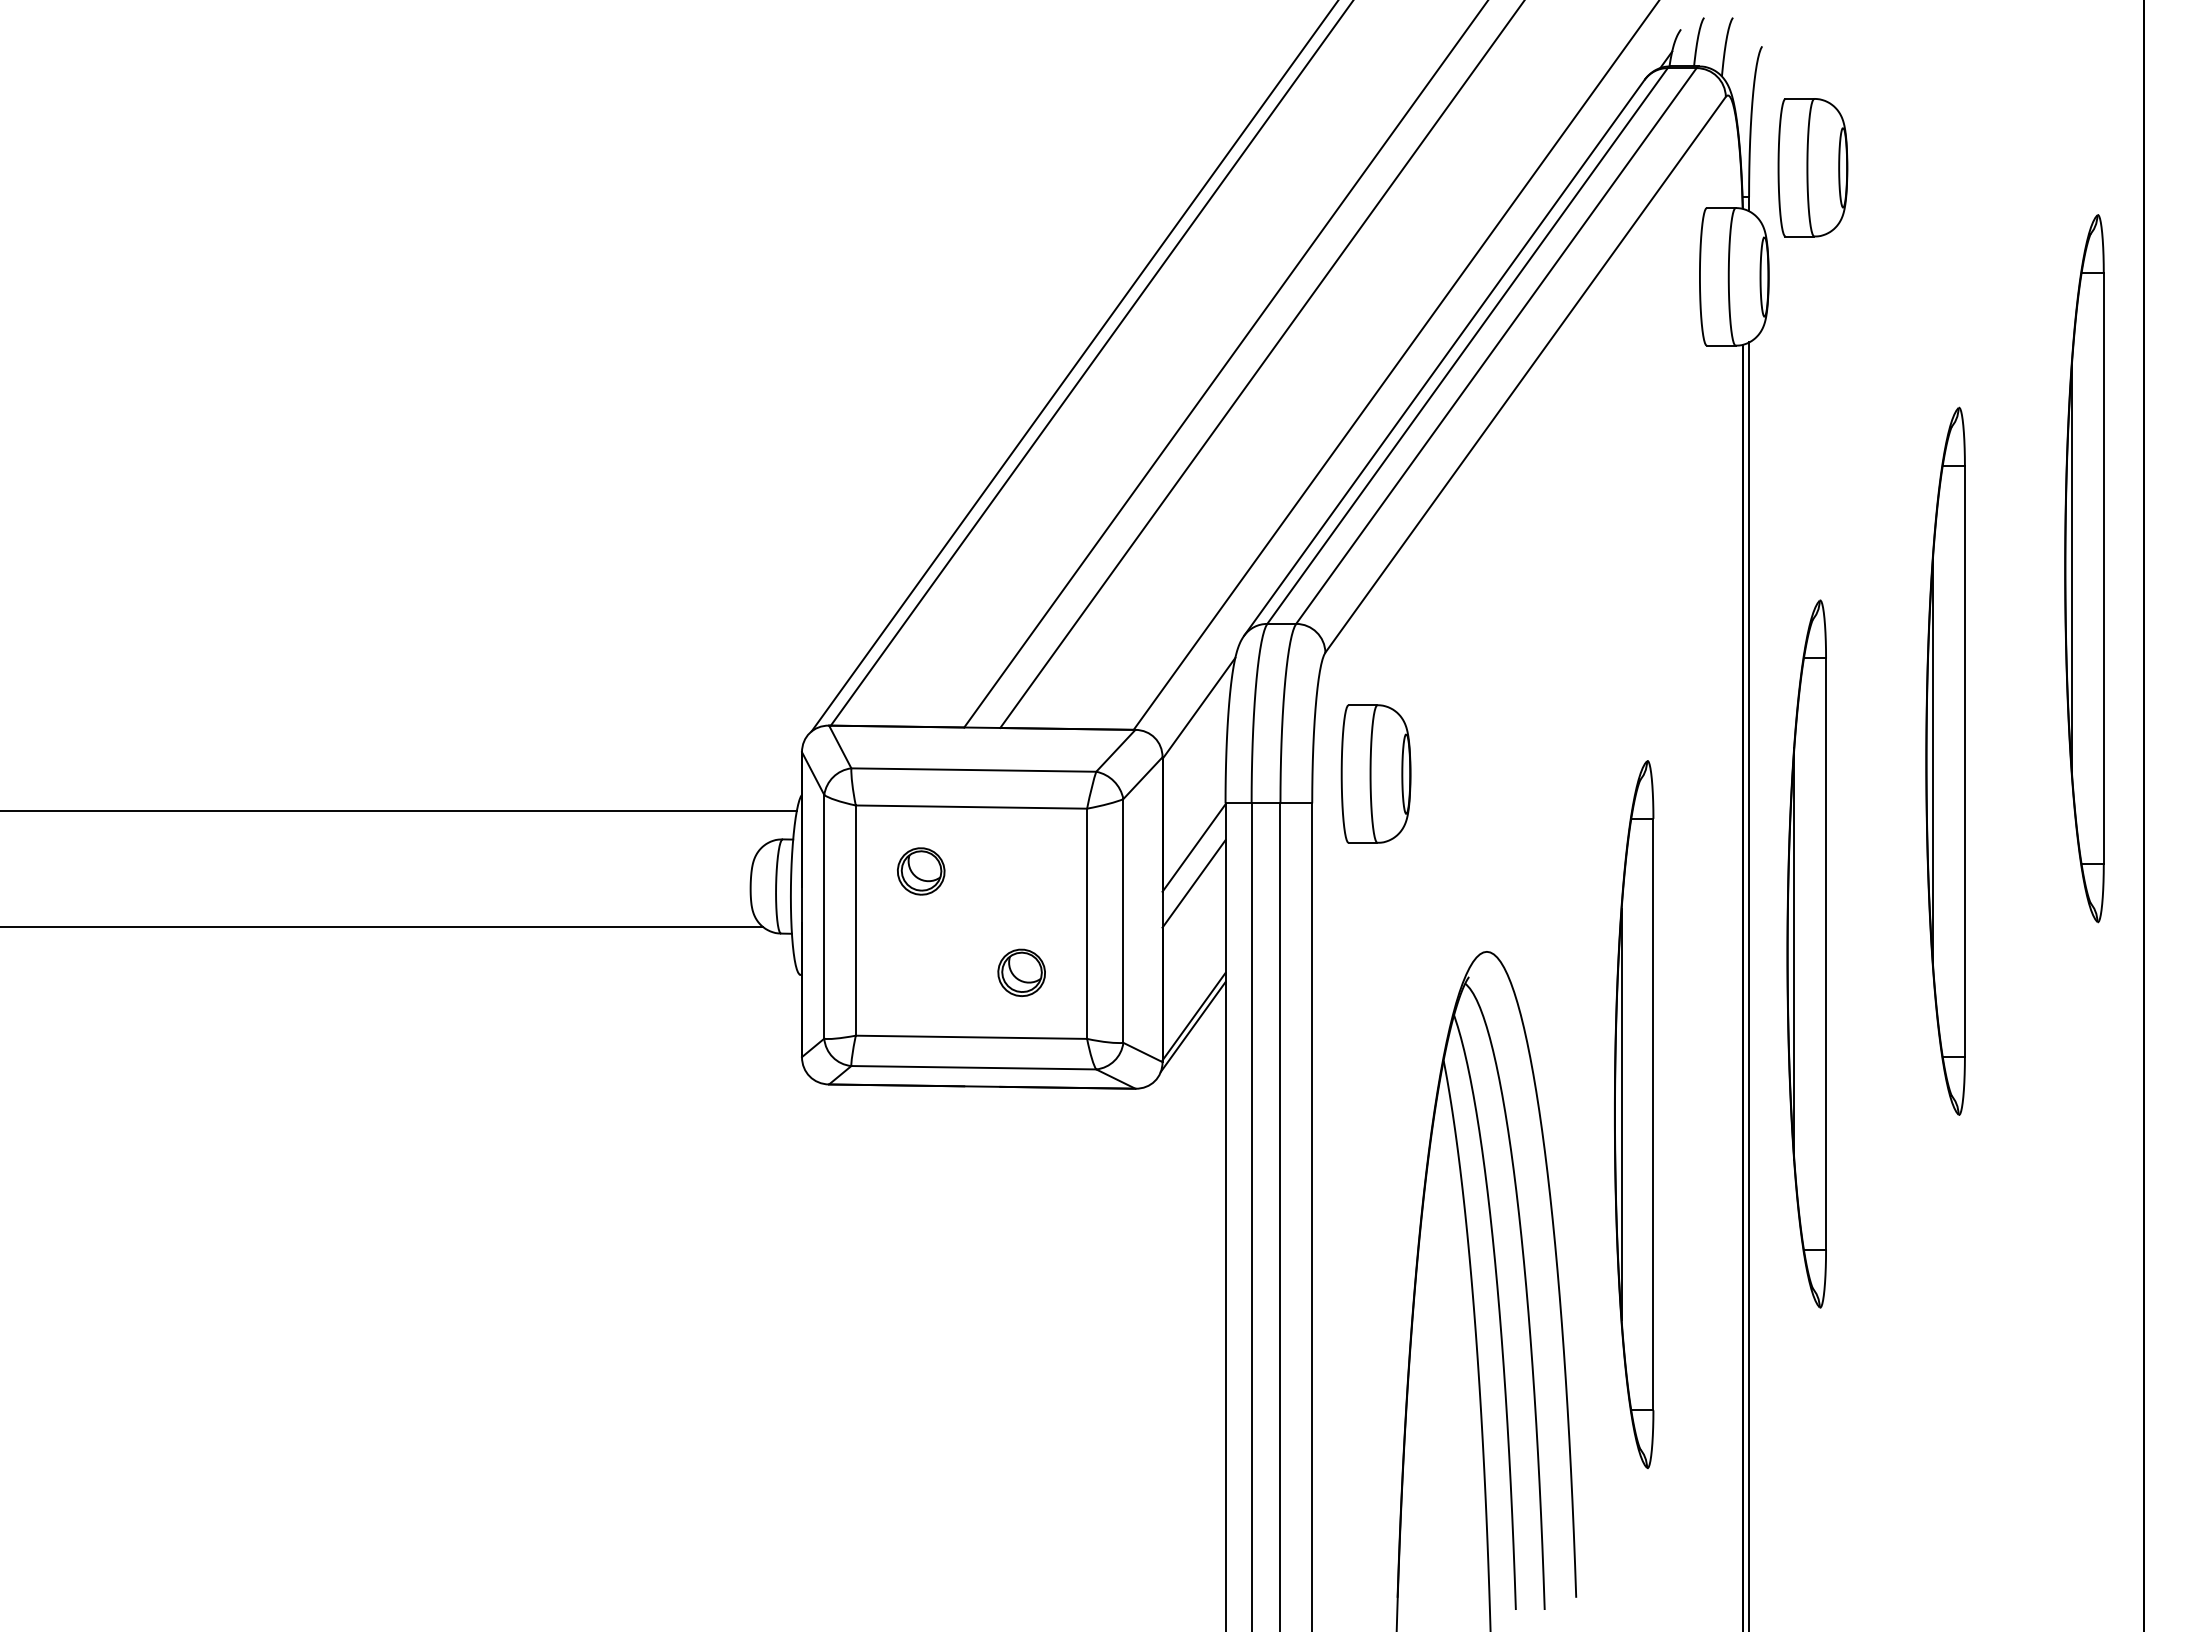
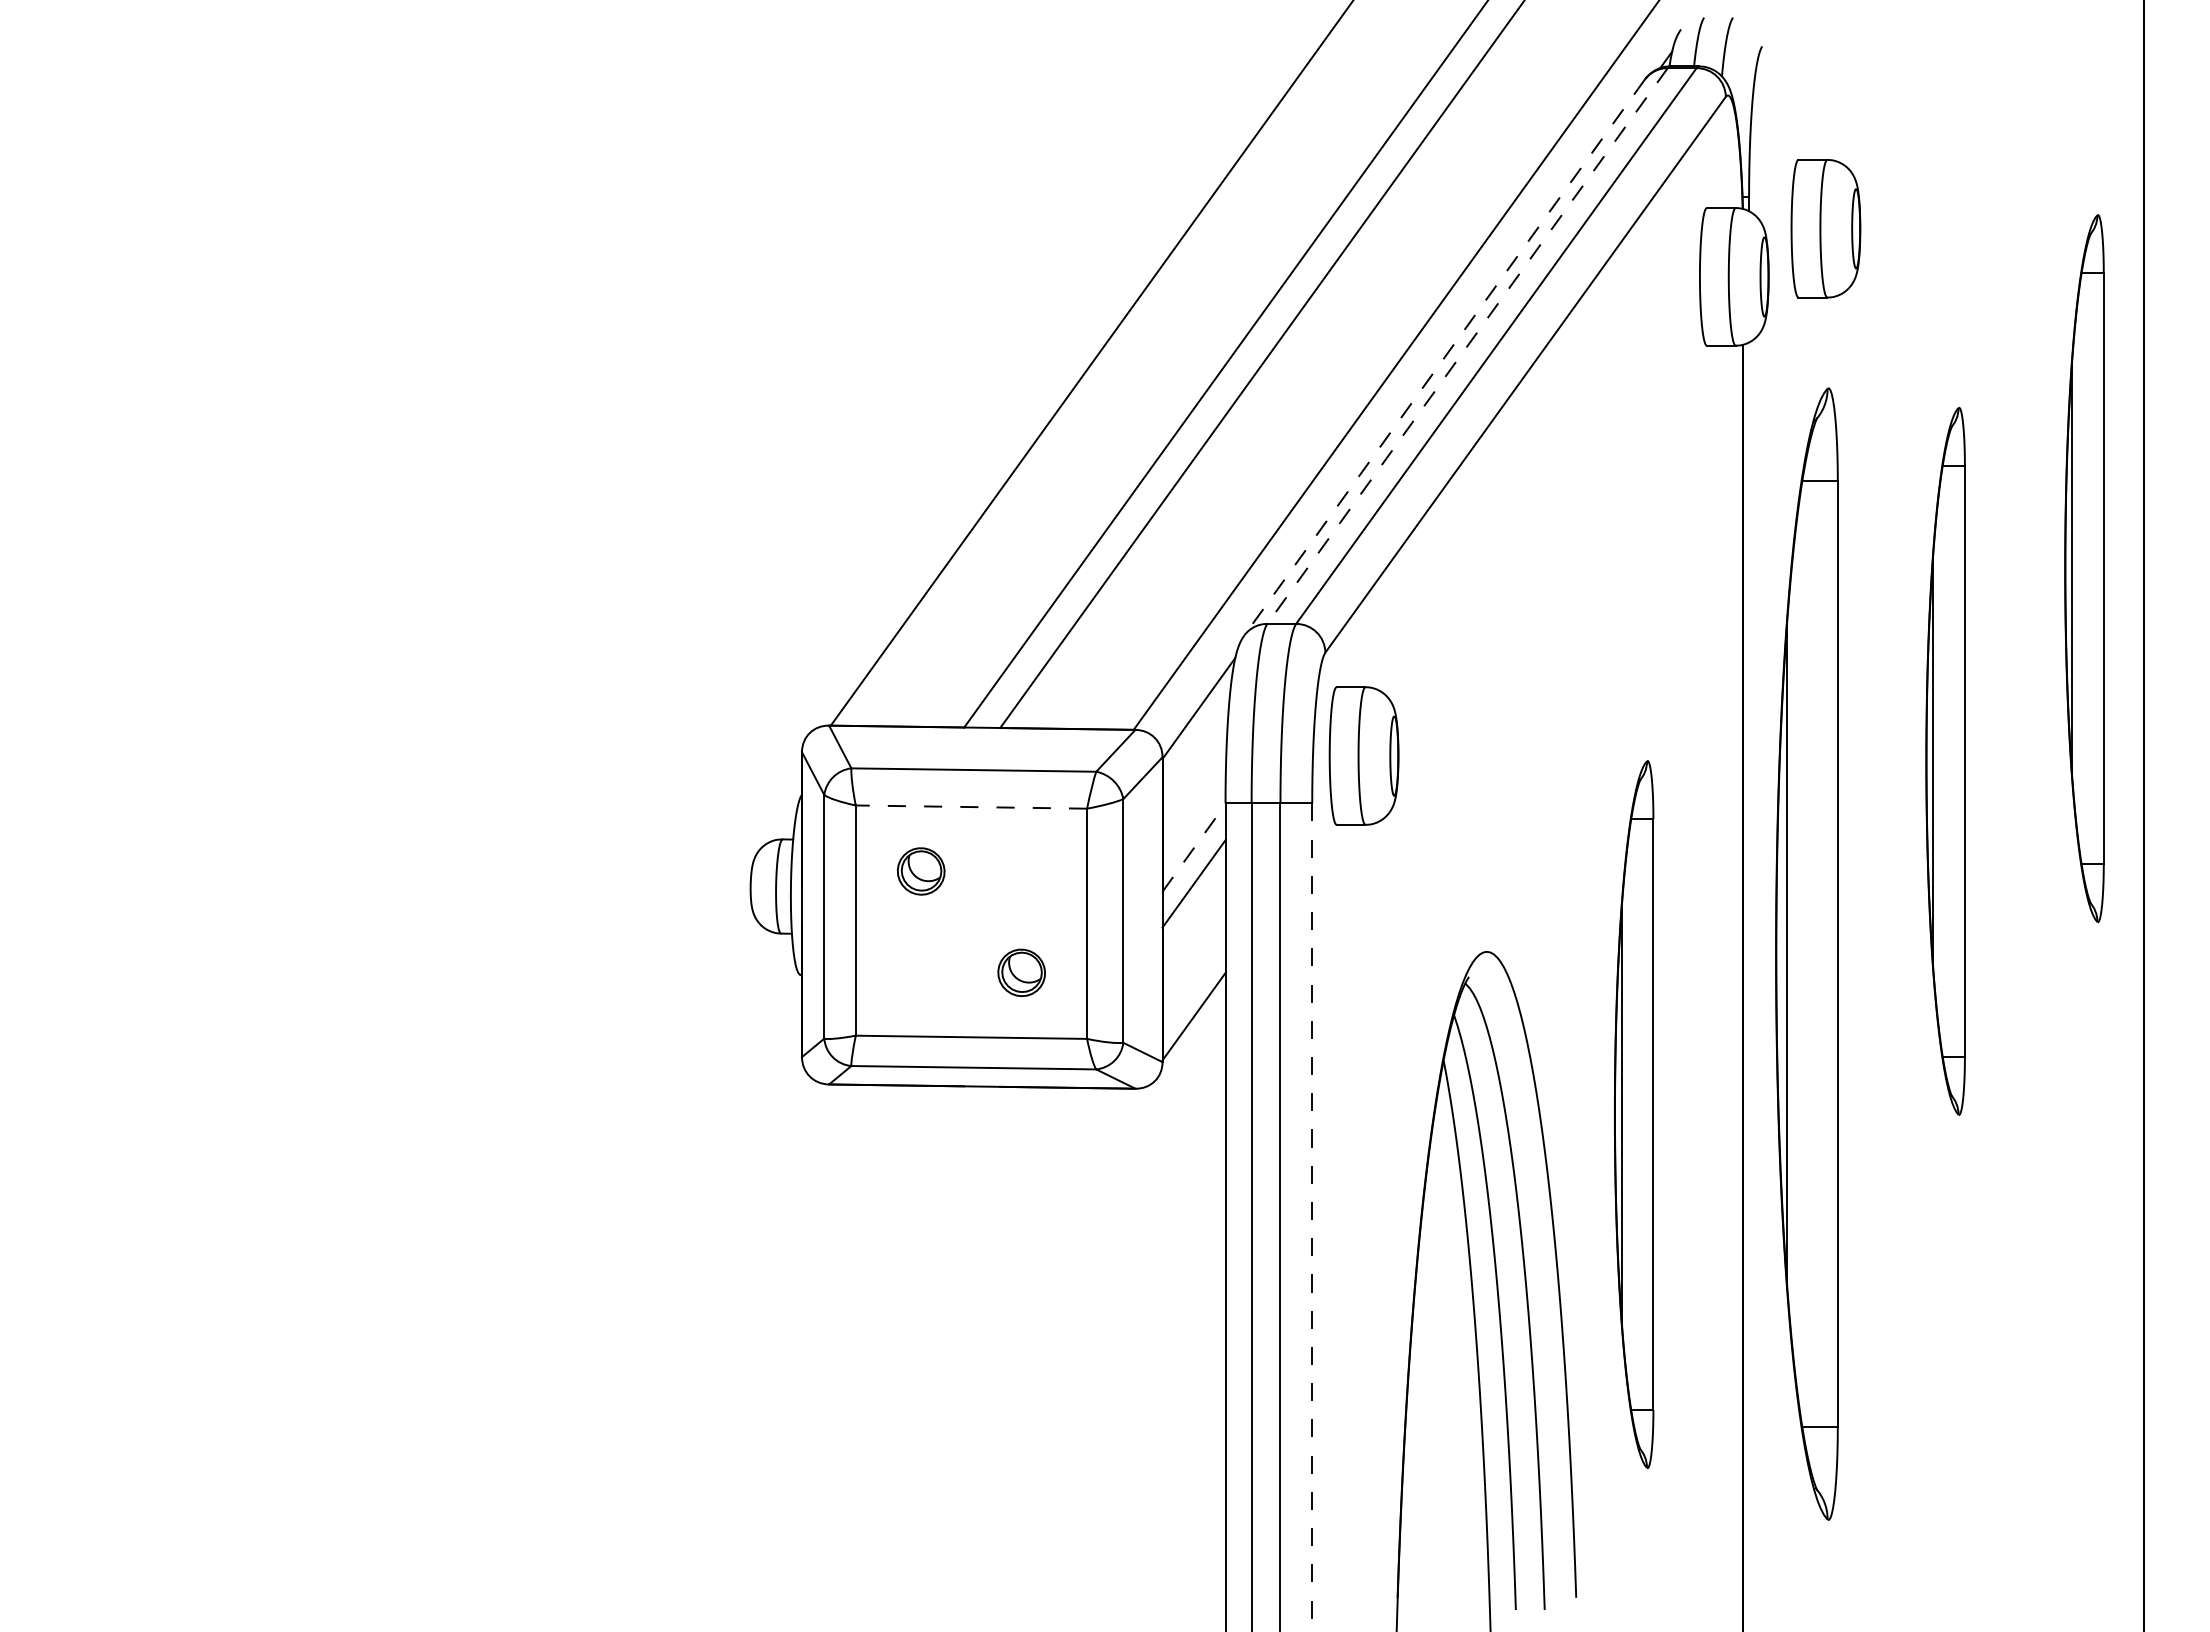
part at (1812, 167) position: (1812, 167) -> (1825, 228)
line at (1467, 346): solid -> dashed
line at (1444, 357): solid -> dashed
line at (1073, 366): present -> none
part at (1375, 773) position: (1375, 773) -> (1363, 755)
line at (971, 807): solid -> dashed
line at (399, 810): present -> none
line at (1194, 848): solid -> dashed
line at (382, 926): present -> none
part at (1806, 953) size: 41x710 px -> 64x1134 px
line at (1749, 985): present -> none
line at (1192, 1026): present -> none
line at (1312, 1217): solid -> dashed
